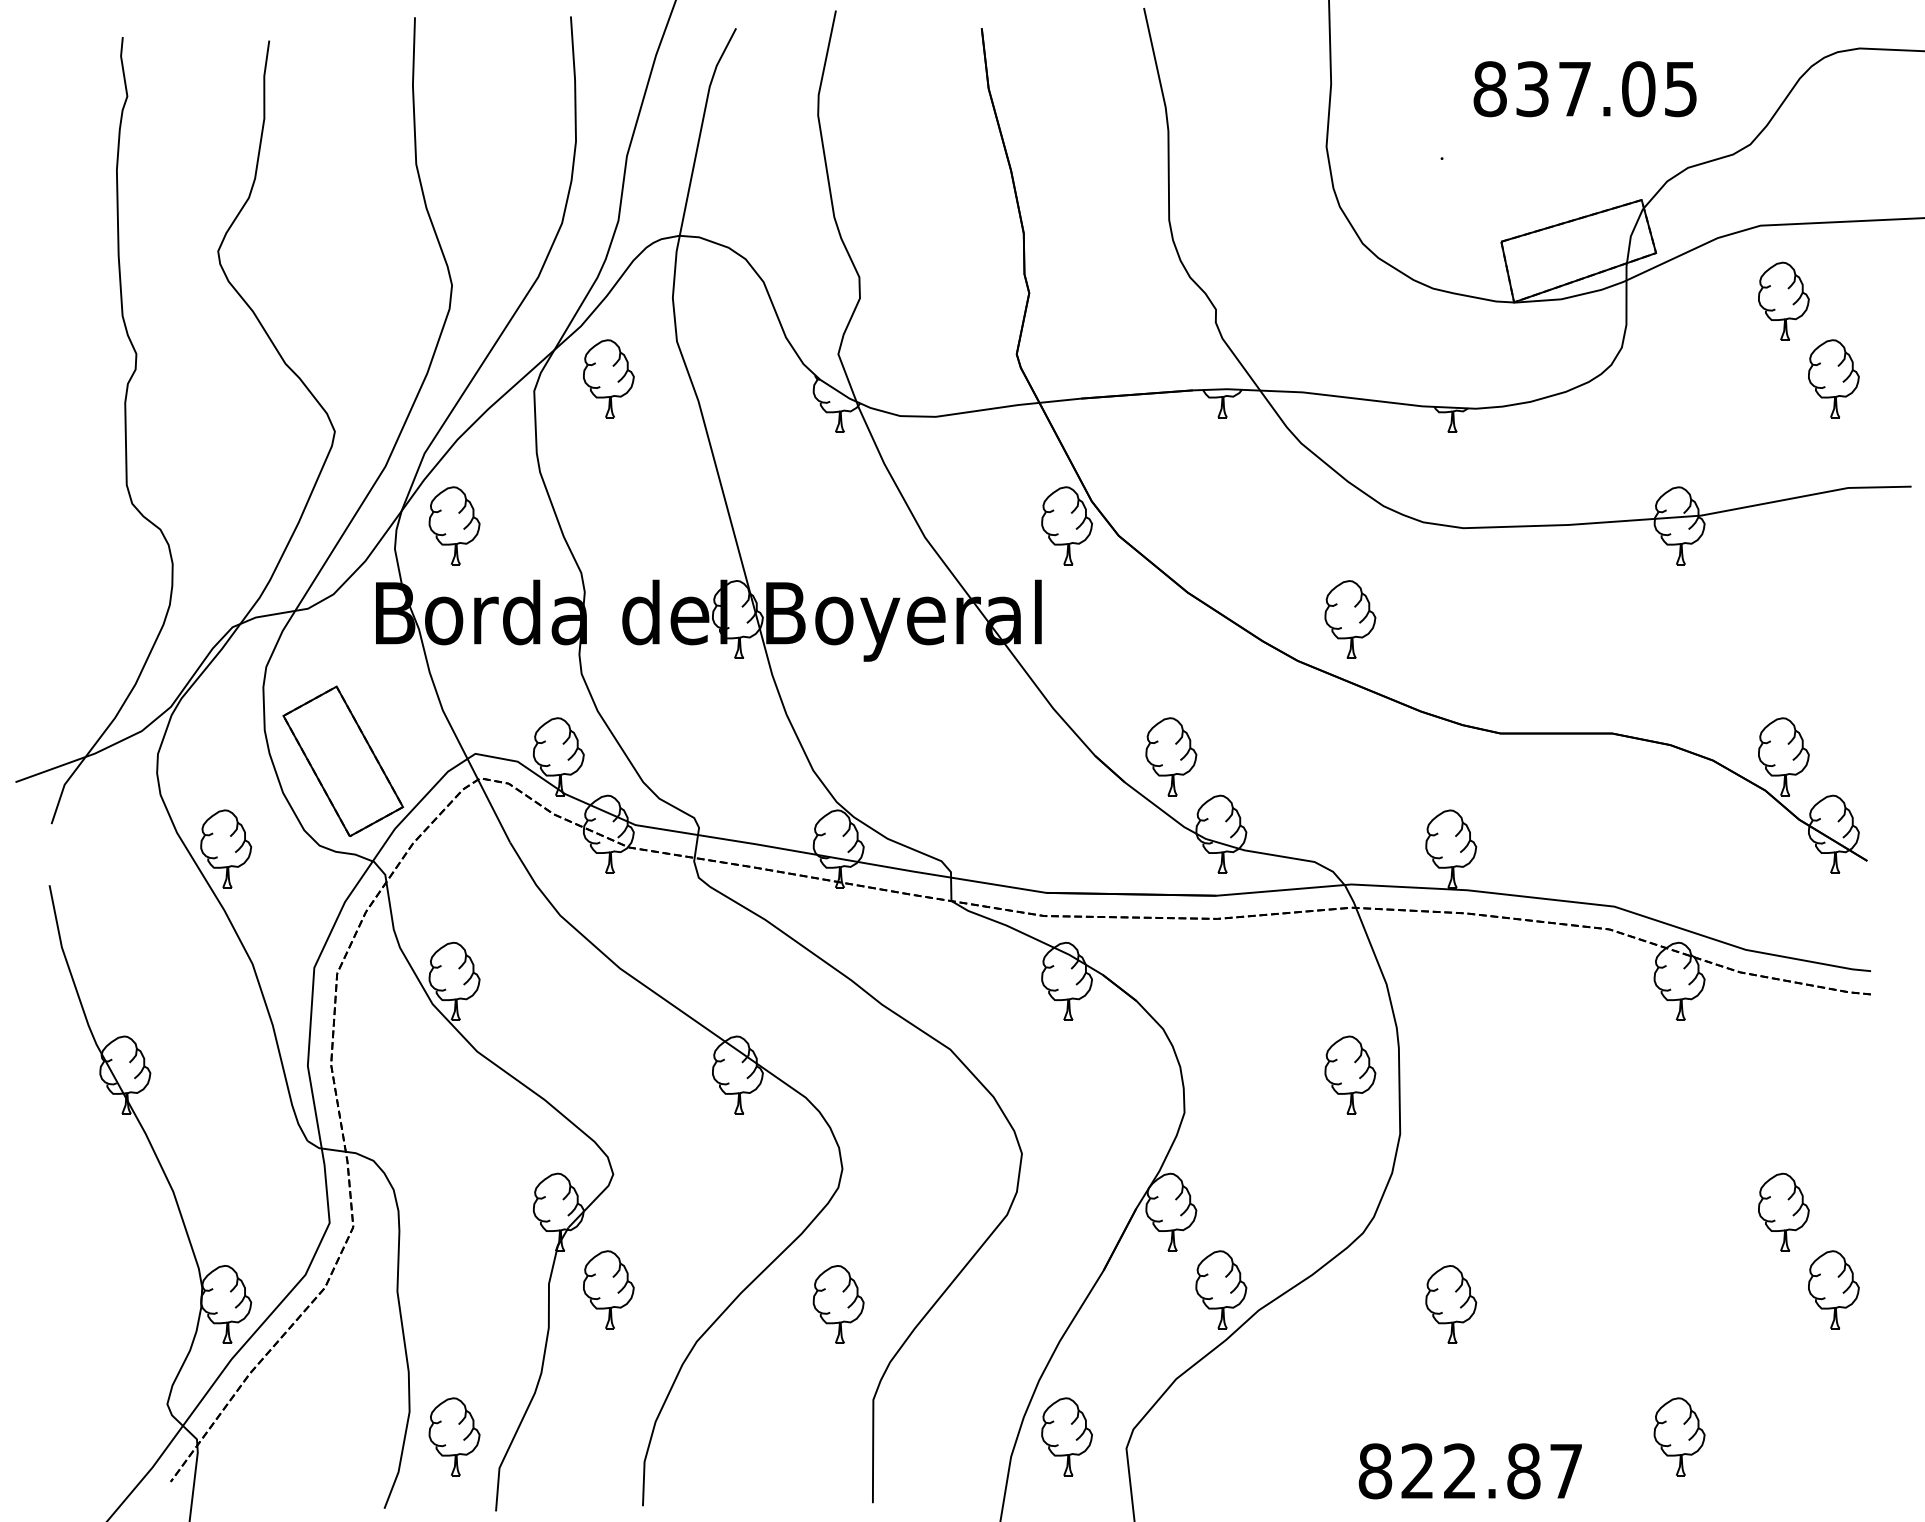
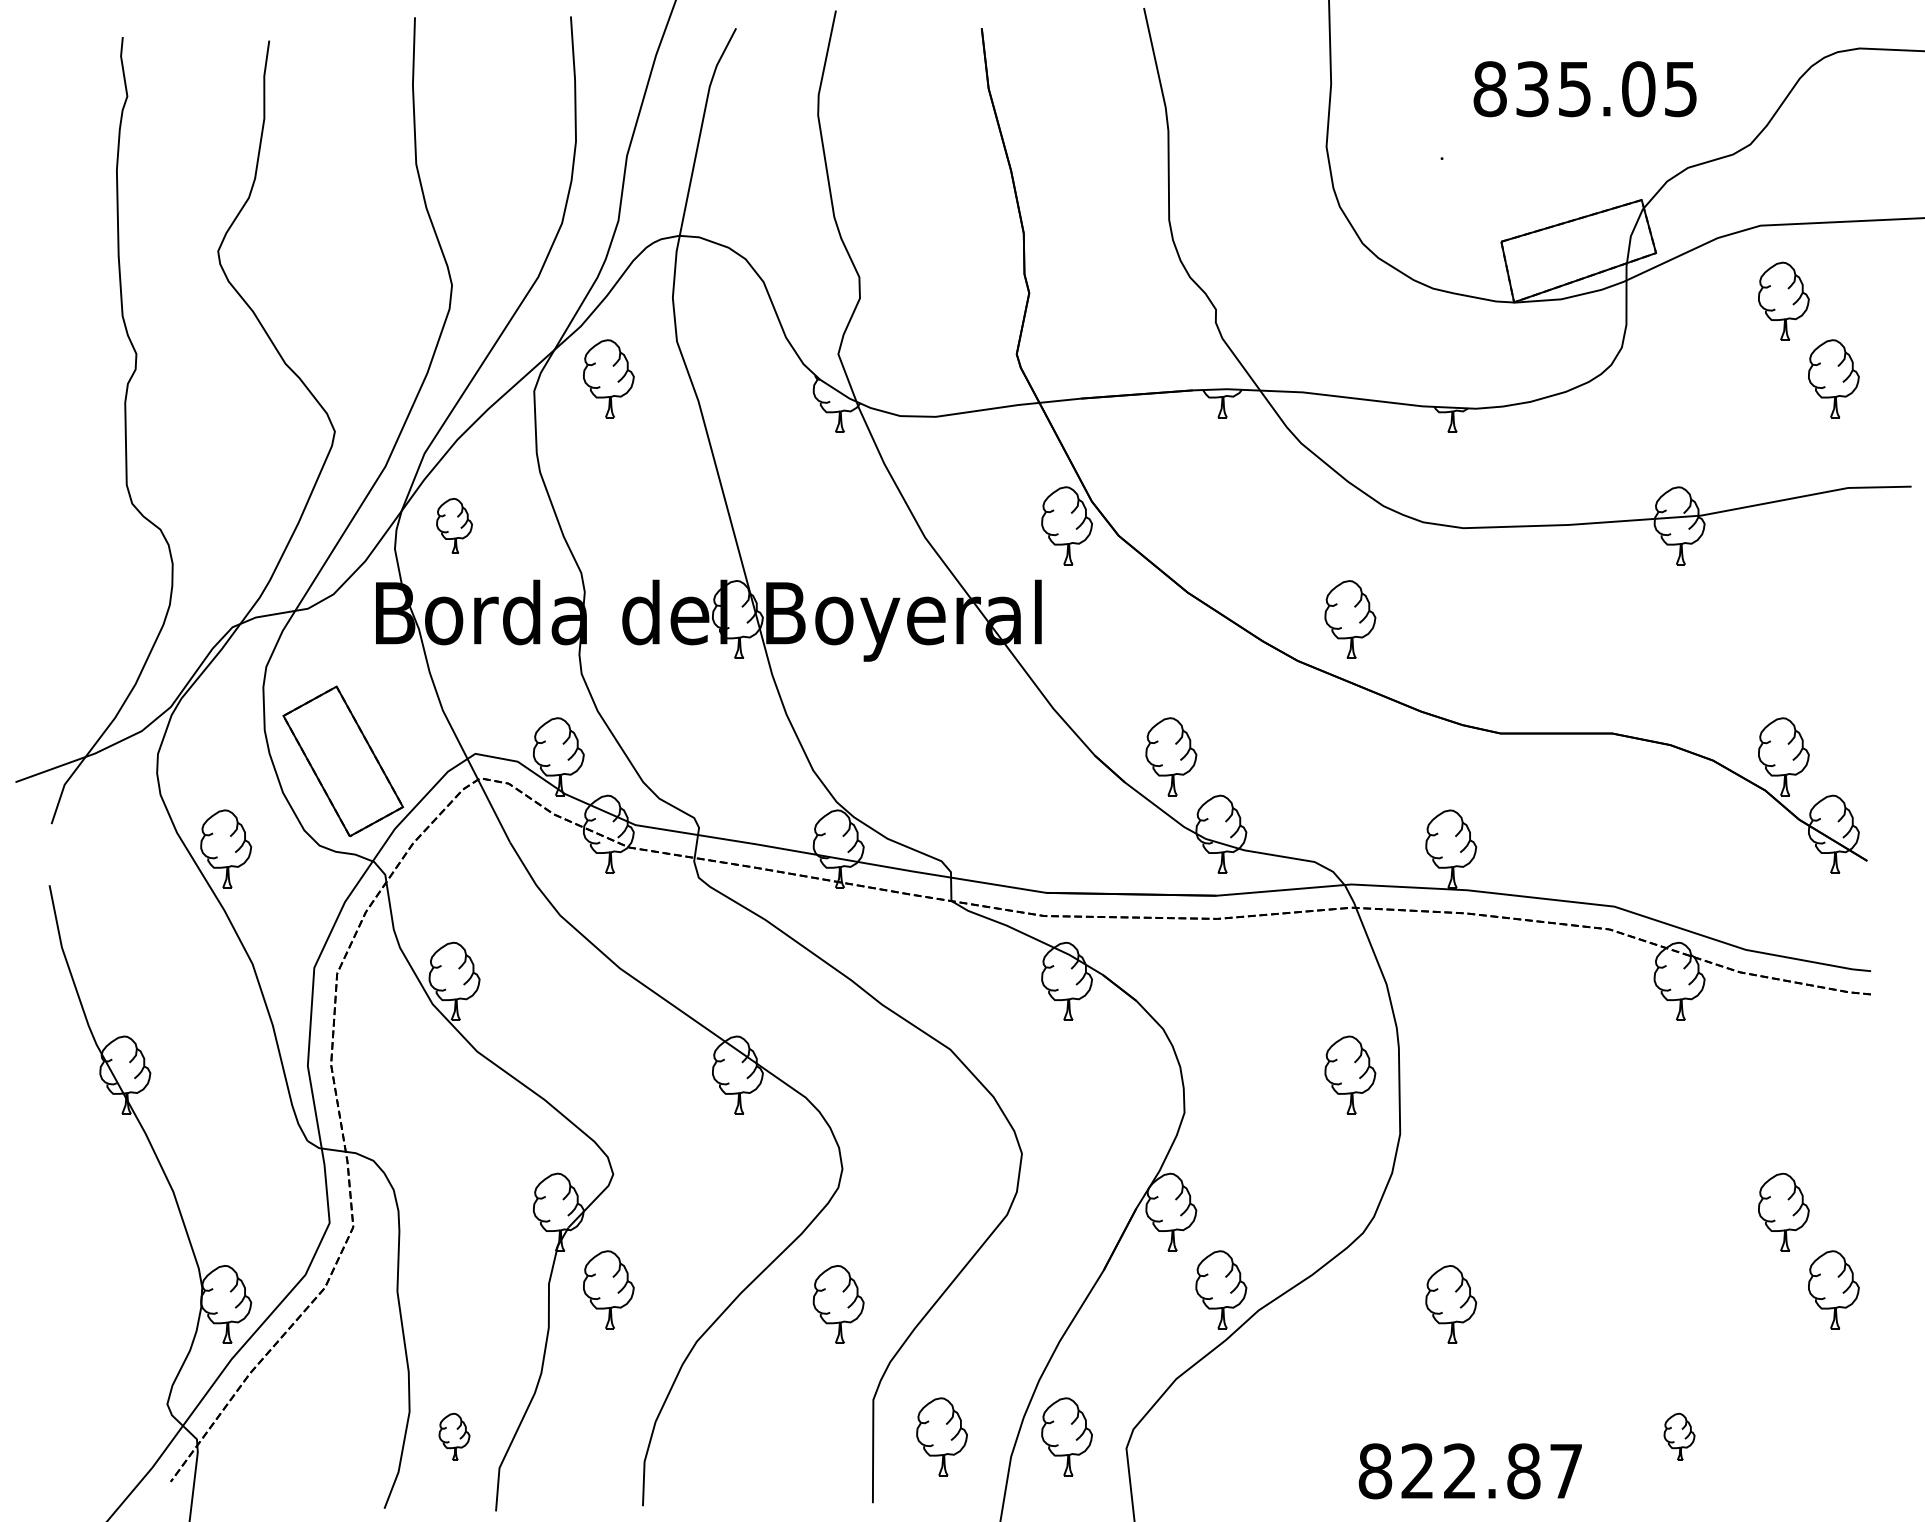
text at (1574, 89): 837.05 -> 835.05
part at (454, 525) size: 53x80 px -> 37x56 px
part at (454, 1436) size: 53x80 px -> 33x49 px
part at (941, 1436): none -> present
part at (1679, 1436) size: 53x80 px -> 33x49 px
